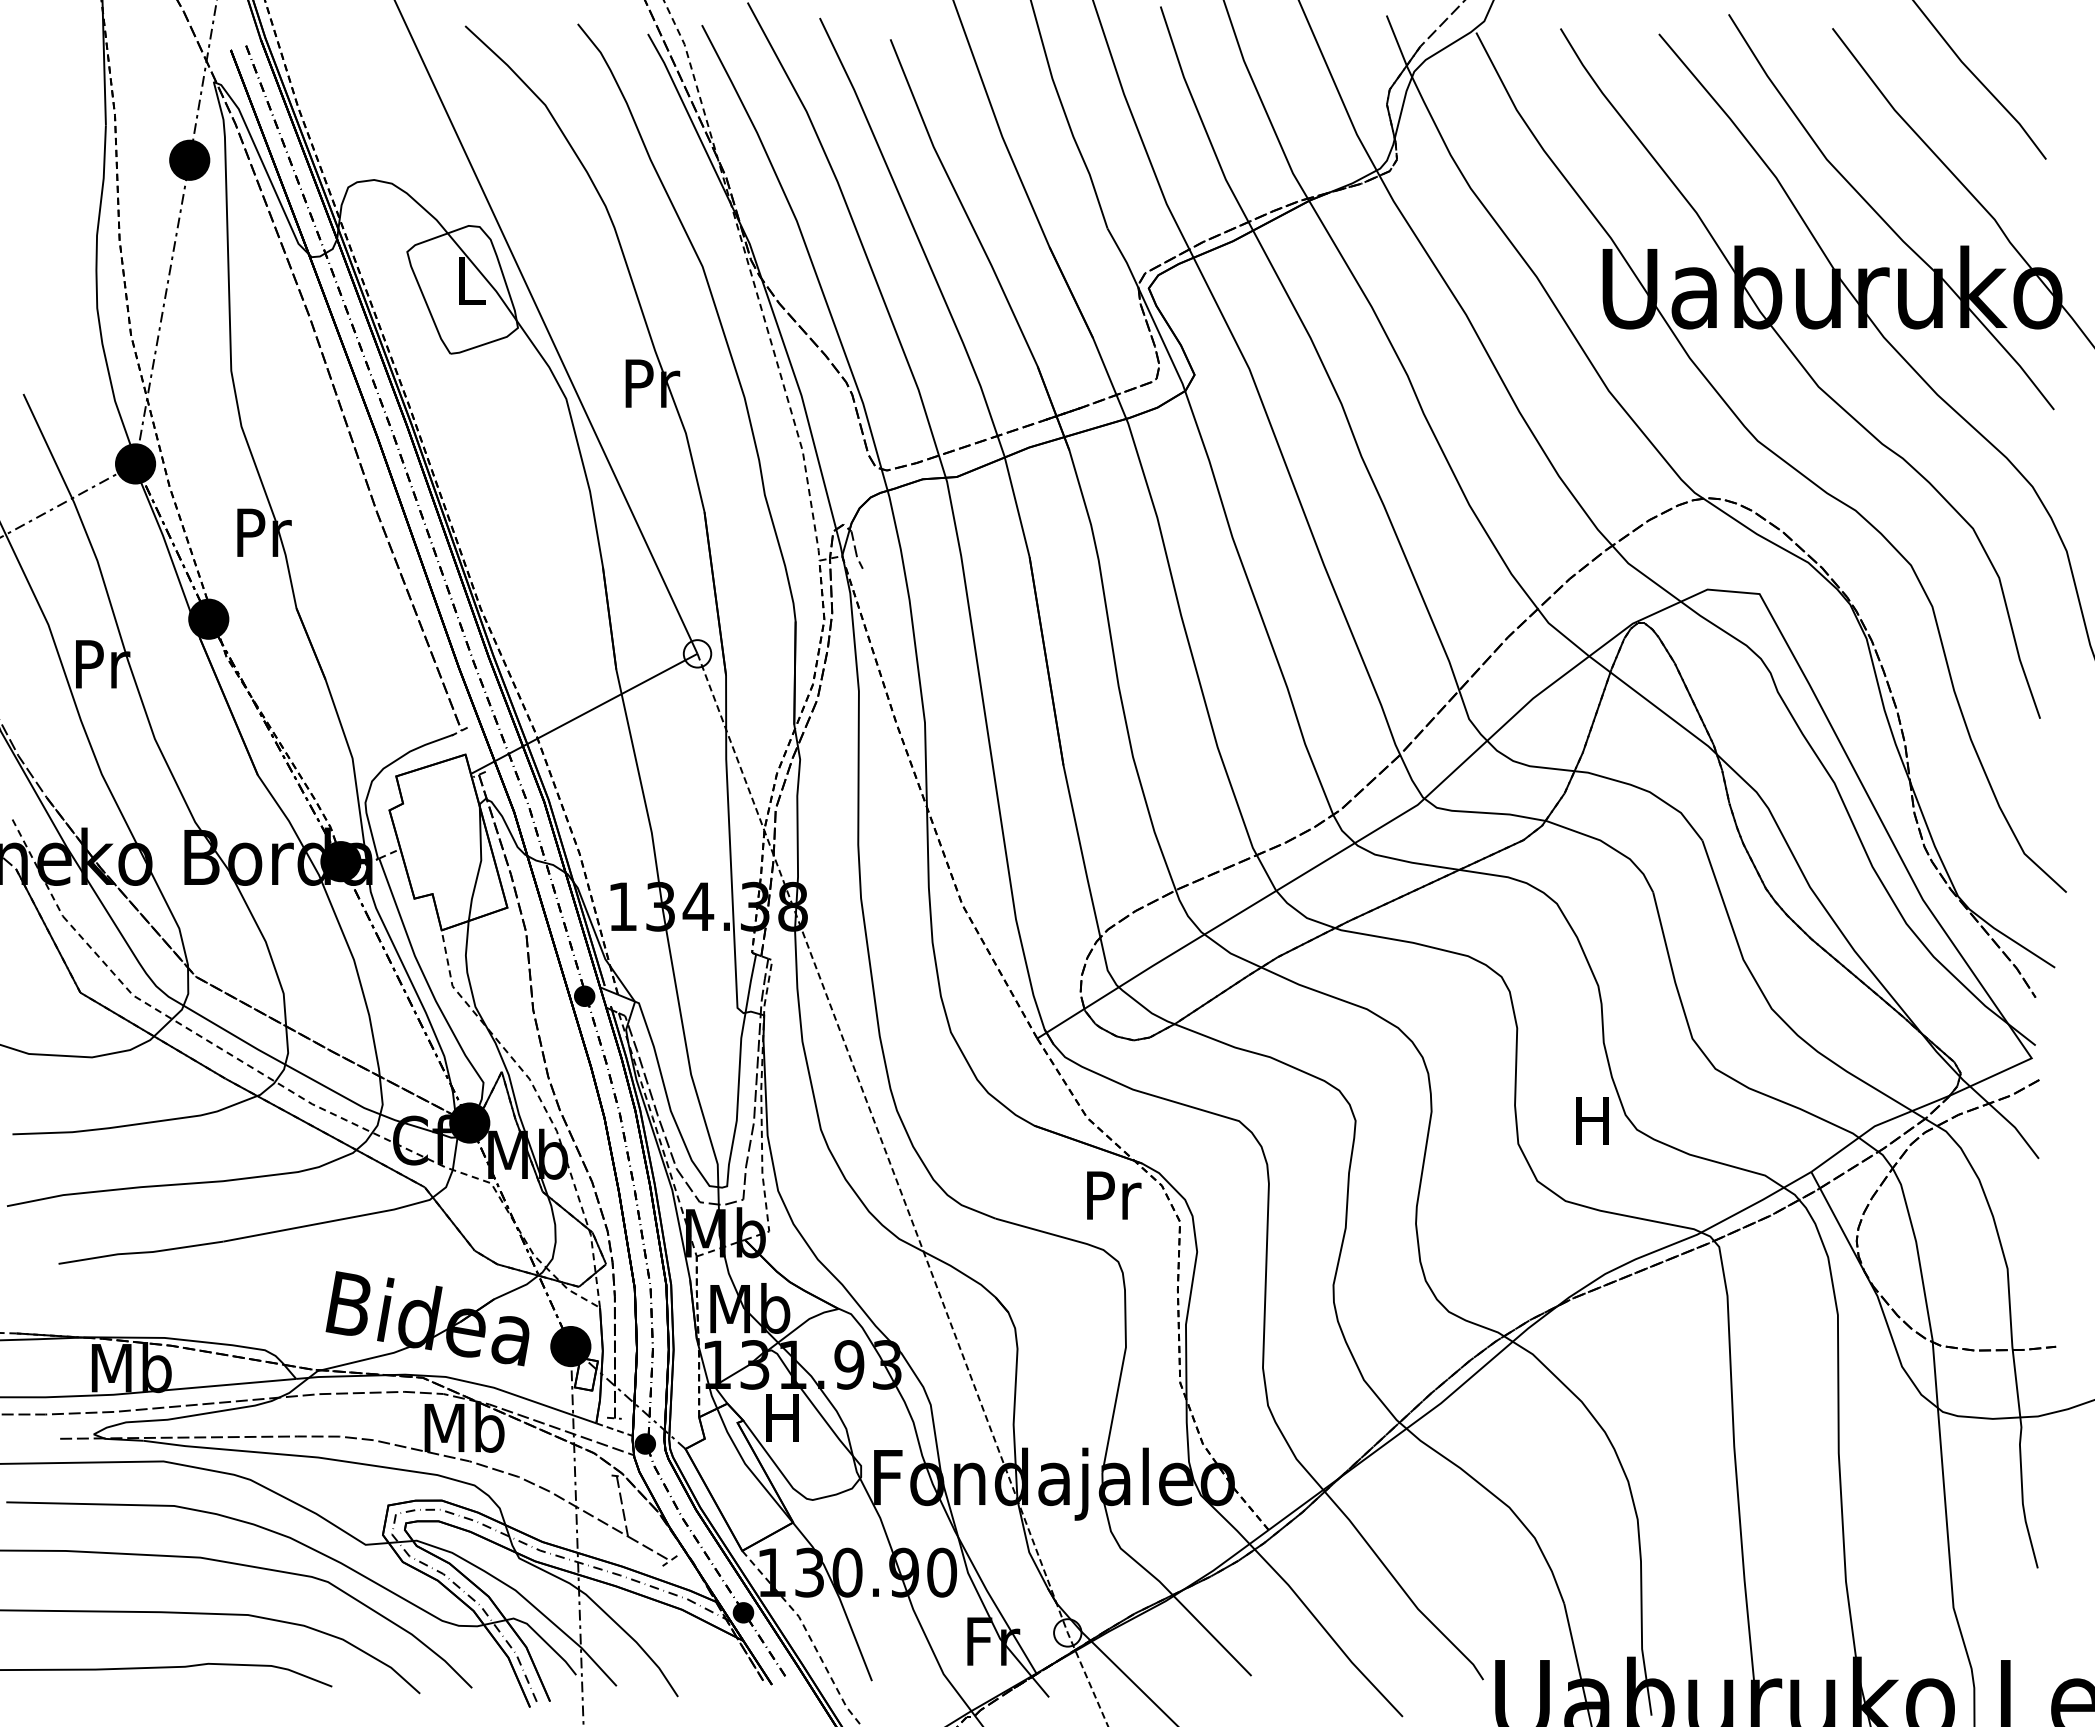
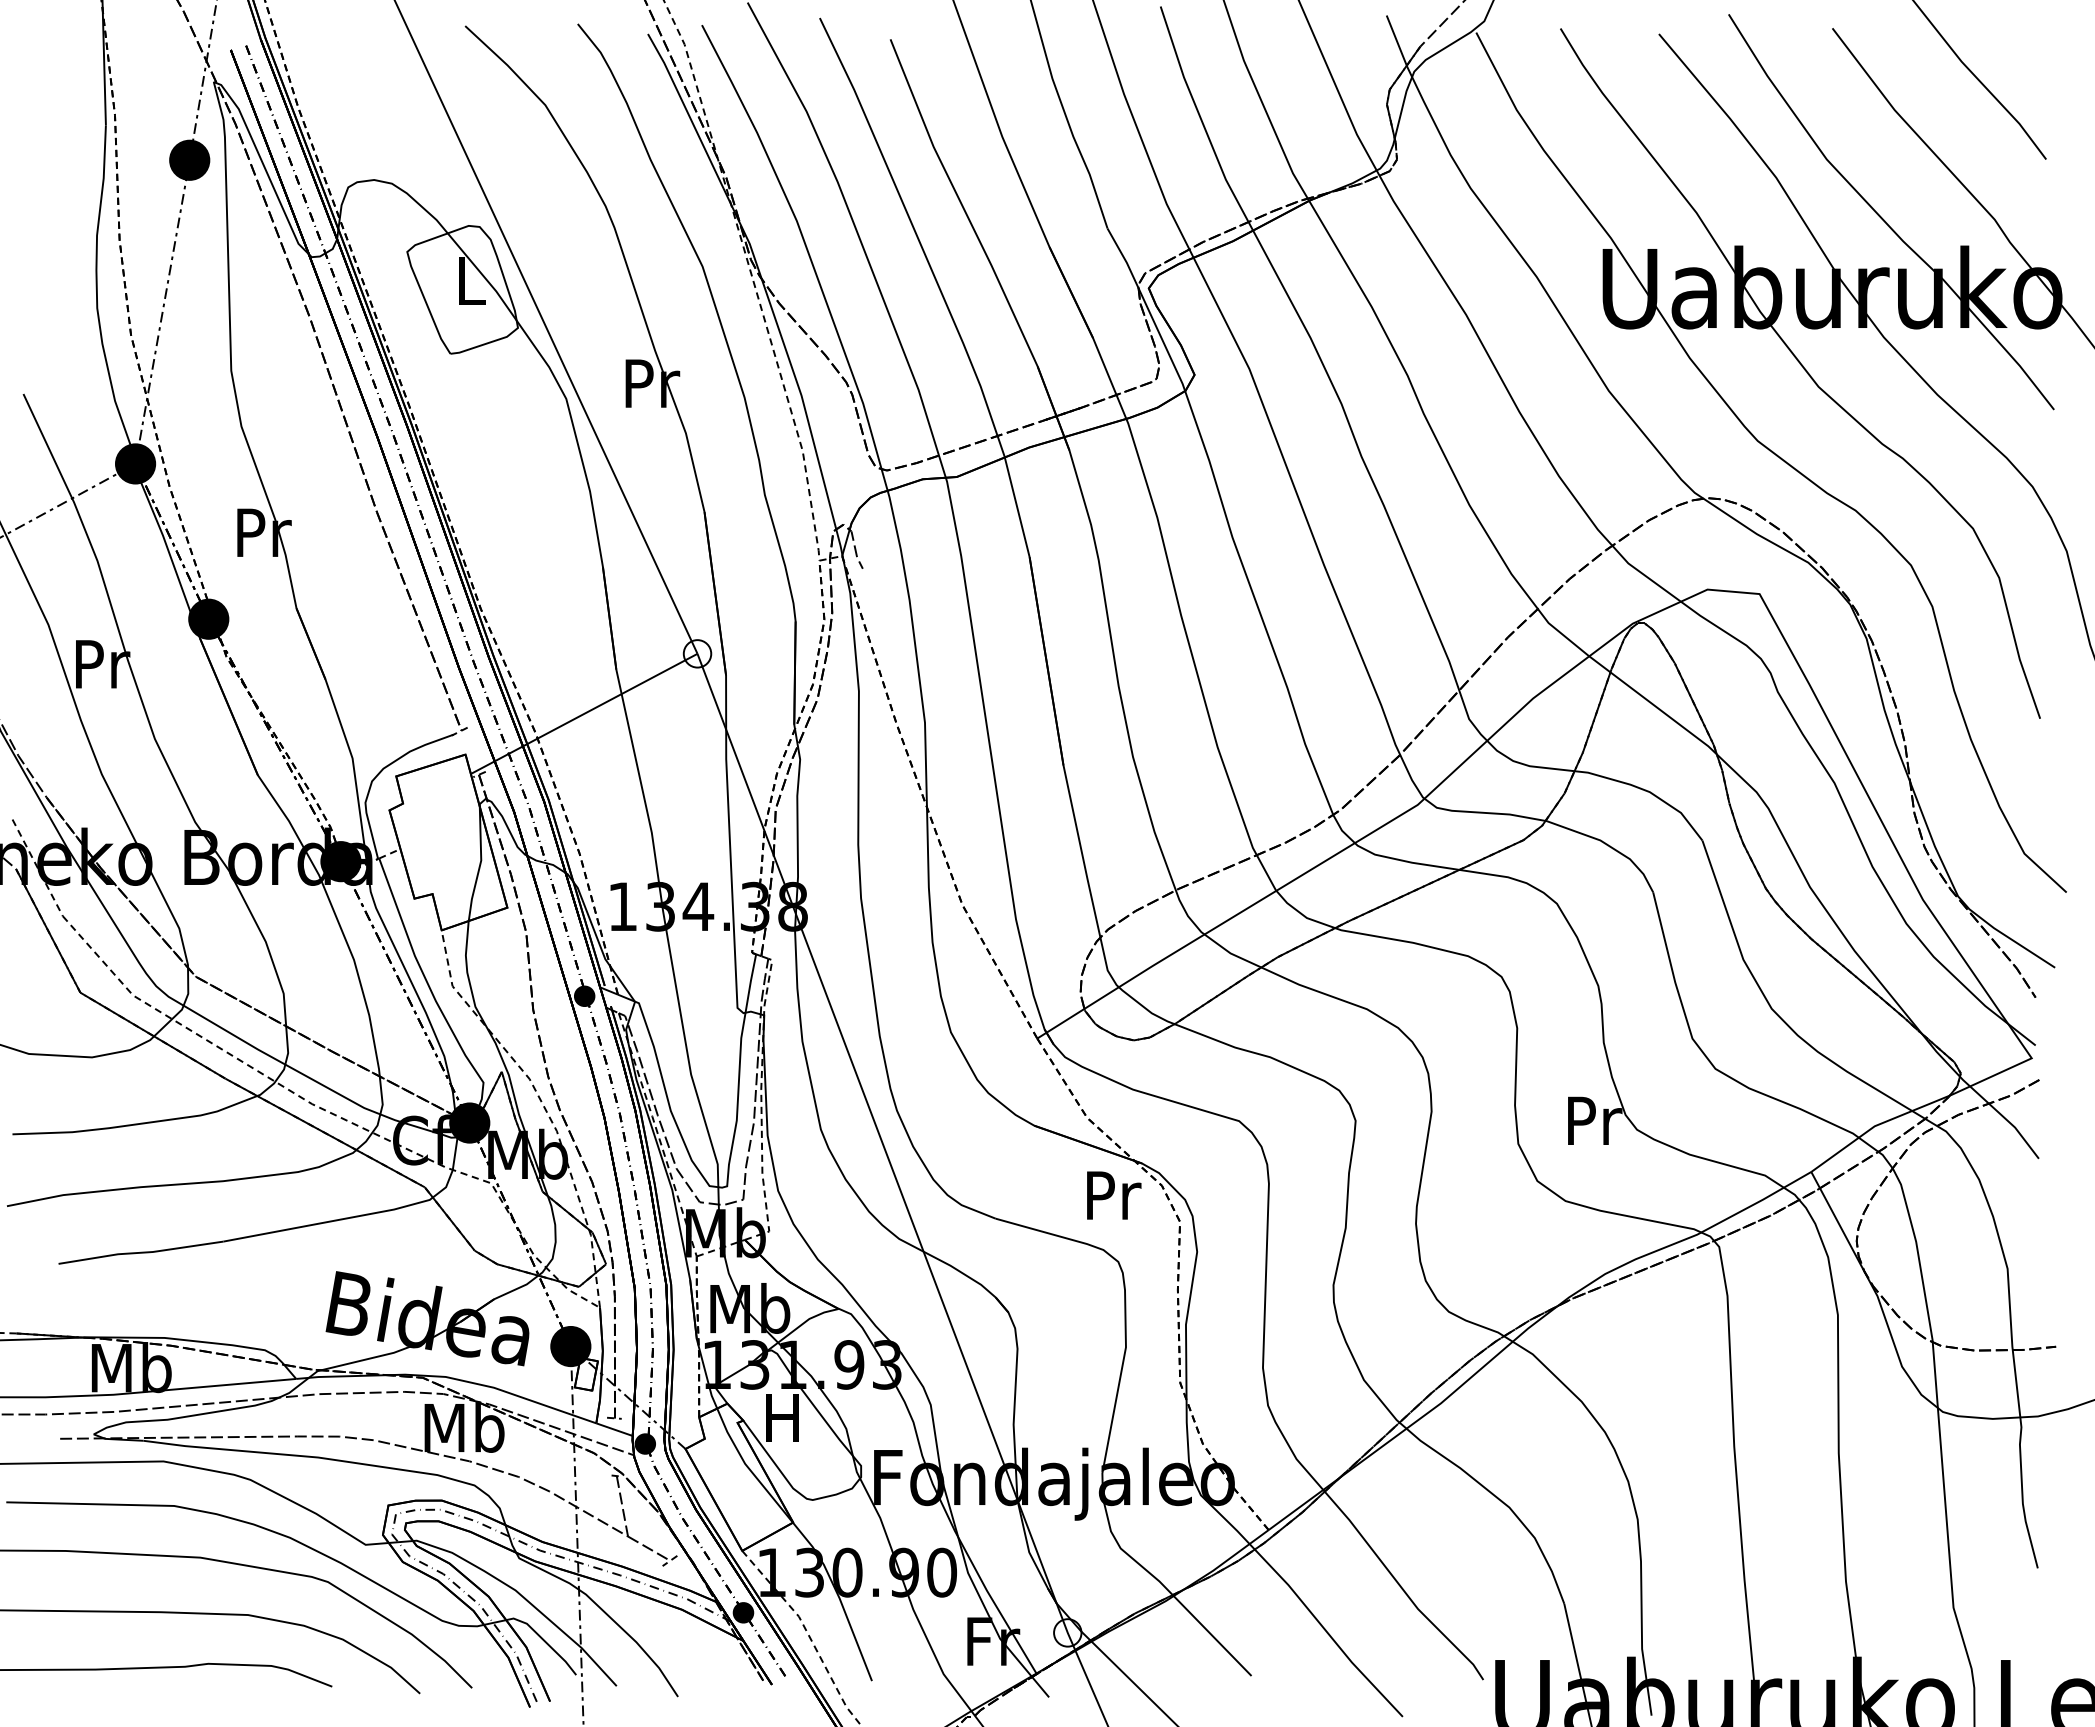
text at (1595, 1120): H -> Pr
line at (900, 1191): dashed -> solid
line at (615, 1429): dashed -> solid
